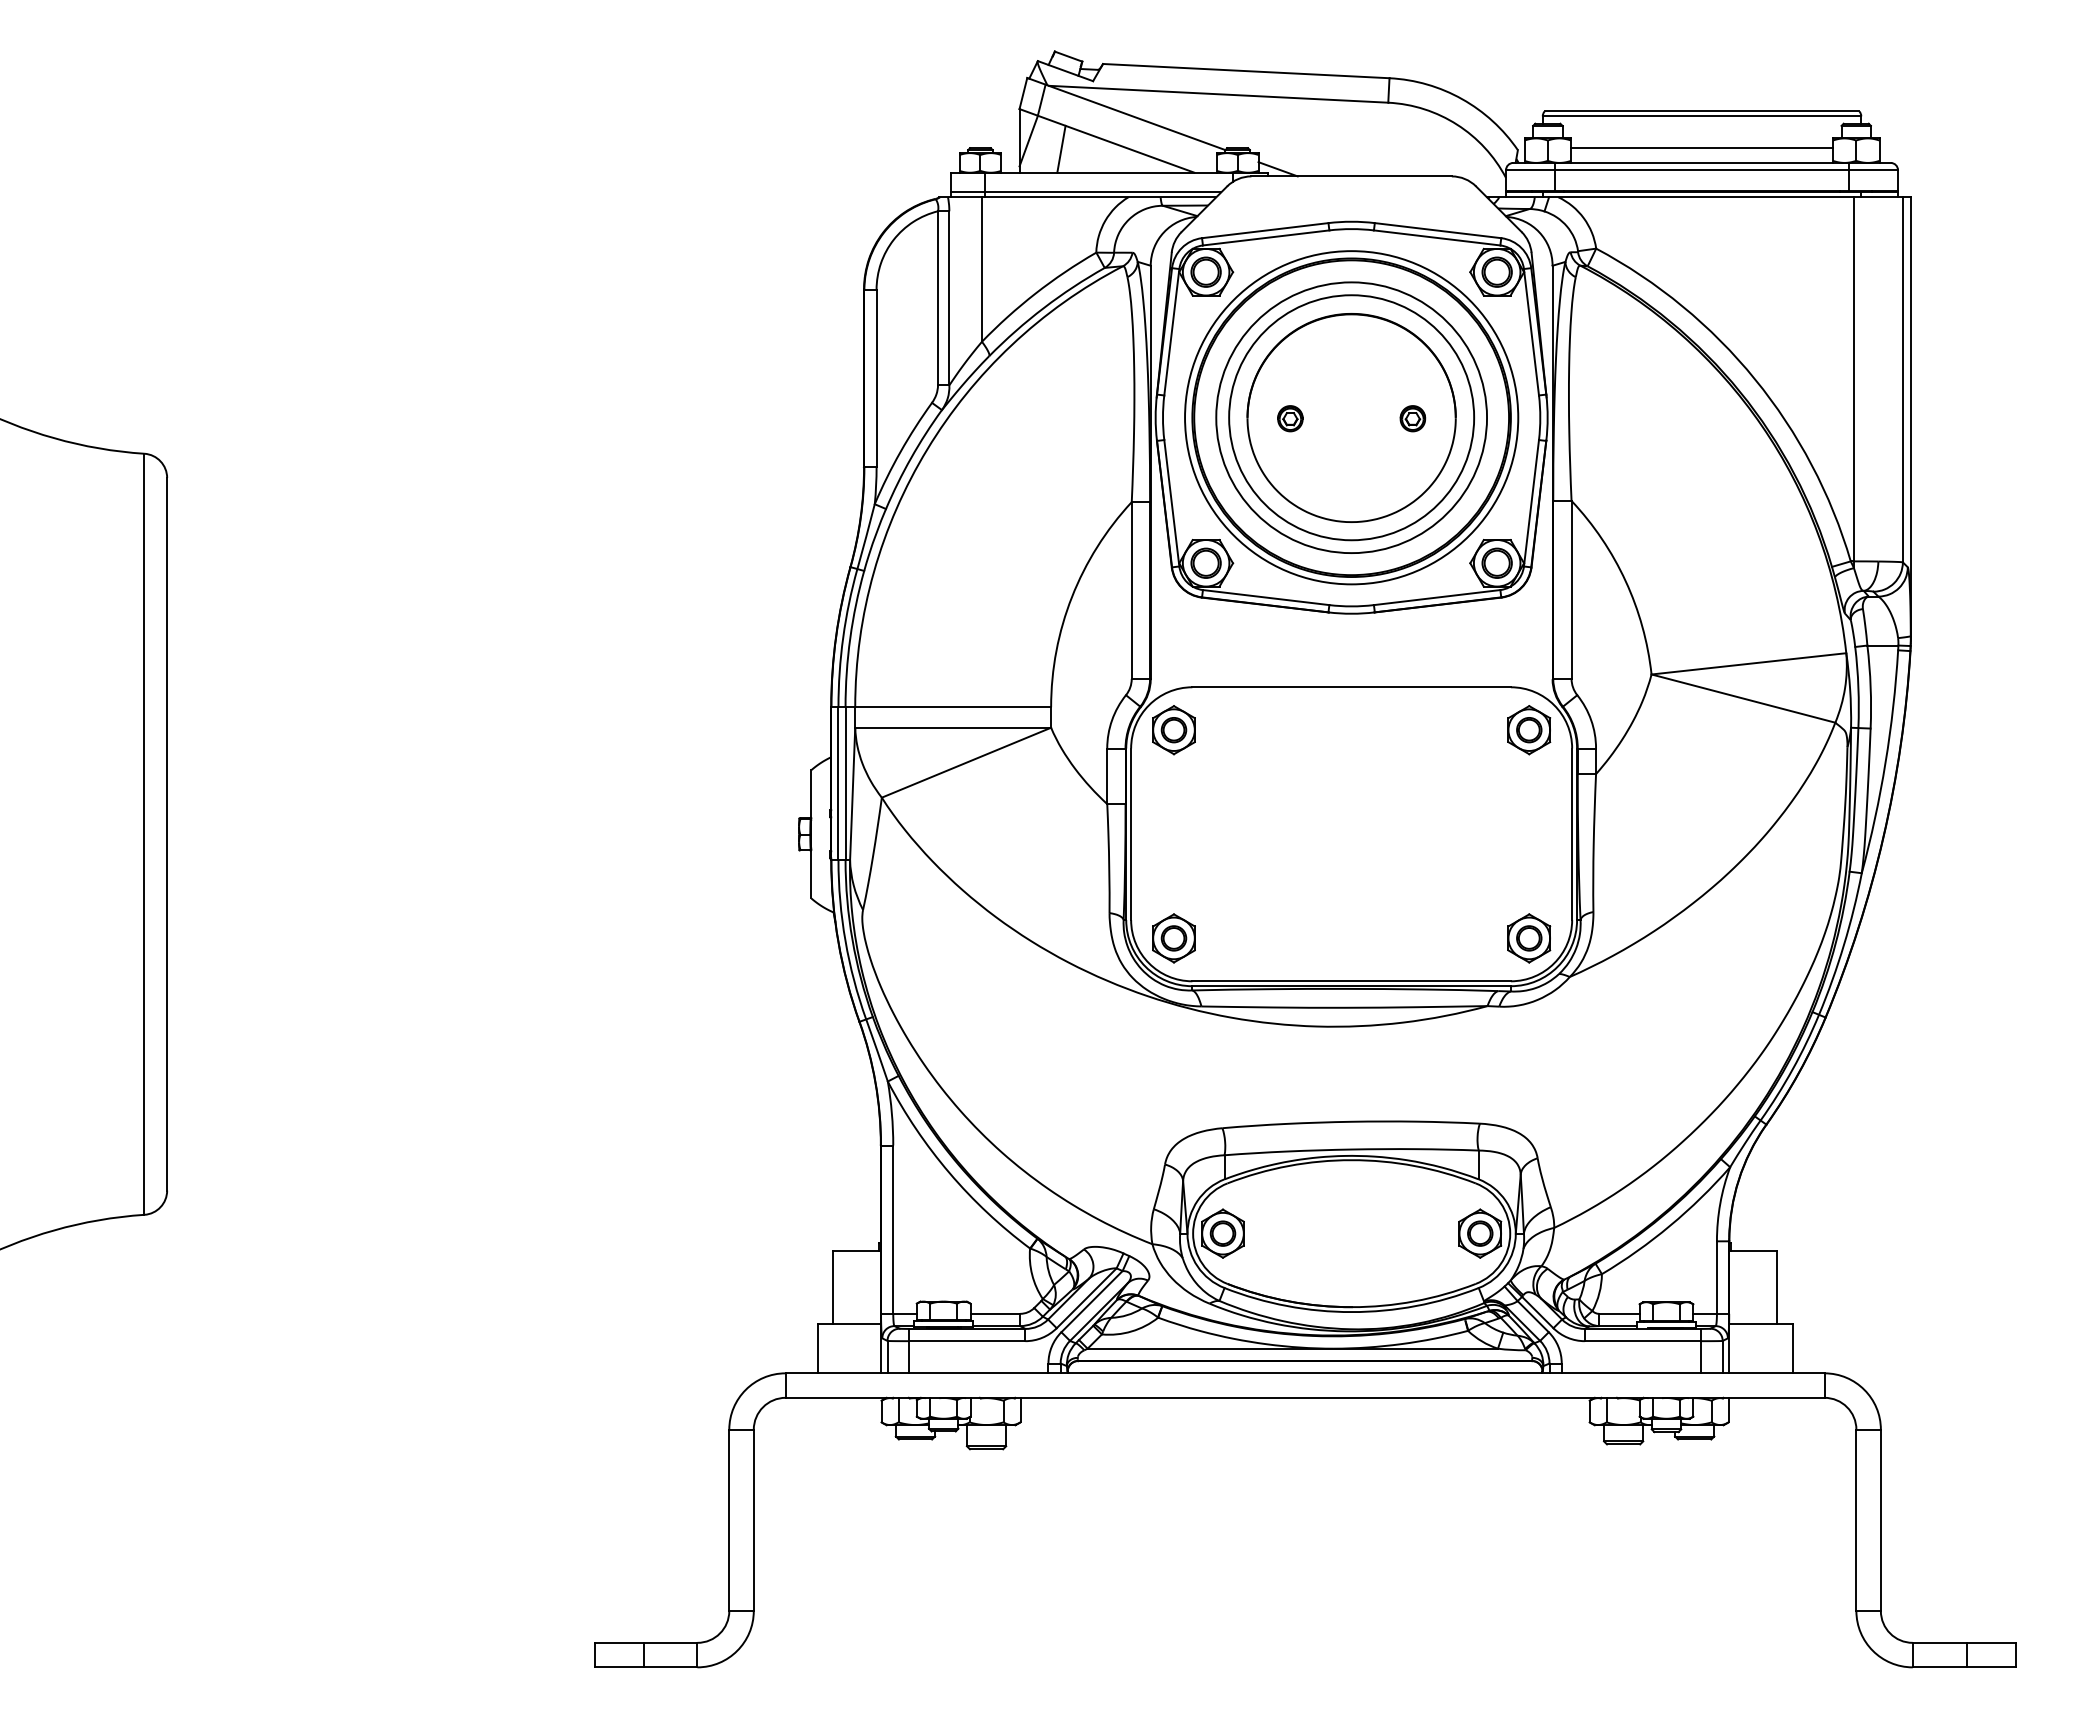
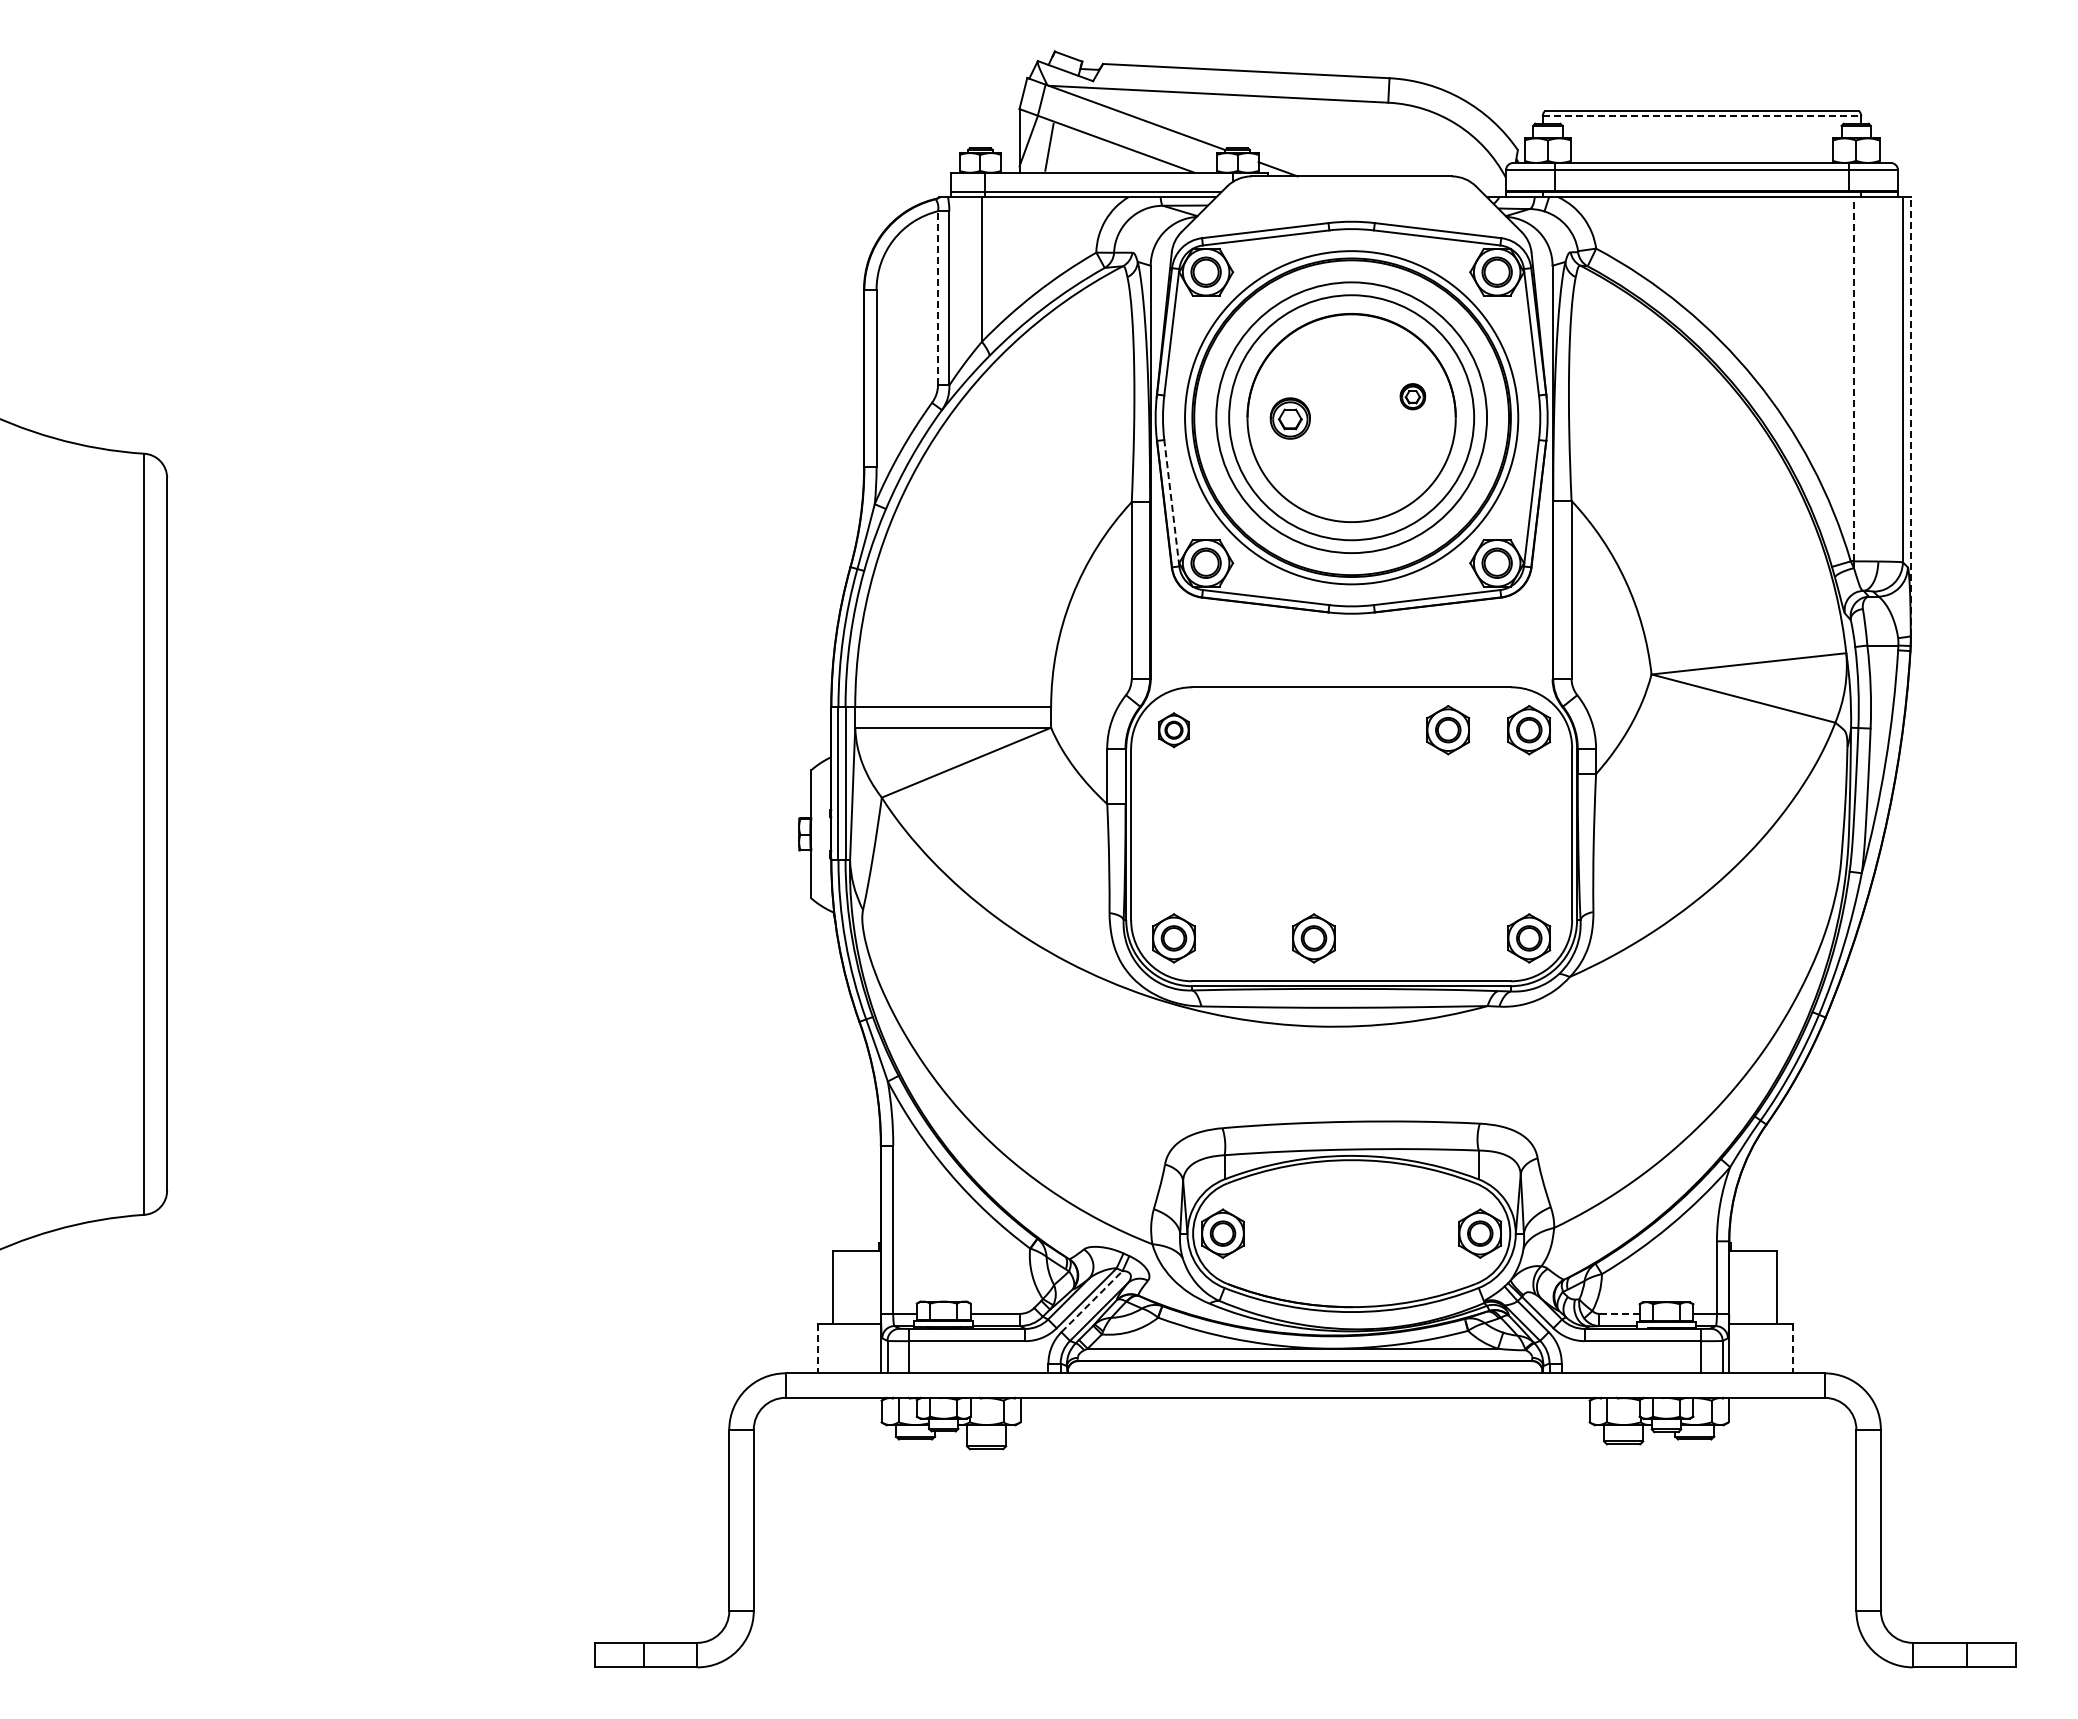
line at (1702, 116): solid -> dashed
line at (1061, 148) position: (1061, 148) -> (1049, 146)
line at (1701, 148): present -> none
line at (938, 297): solid -> dashed
line at (1853, 378): solid -> dashed
line at (1910, 416): solid -> dashed
part at (1290, 418) size: 27x28 px -> 42x43 px
part at (1412, 418) position: (1412, 418) -> (1412, 396)
line at (1171, 503): solid -> dashed
part at (1173, 730) size: 44x51 px -> 32x37 px
part at (1448, 730): none -> present
part at (1313, 938): none -> present
line at (1092, 1301): solid -> dashed
line at (1618, 1313): solid -> dashed
line at (817, 1348): solid -> dashed
line at (1792, 1348): solid -> dashed
